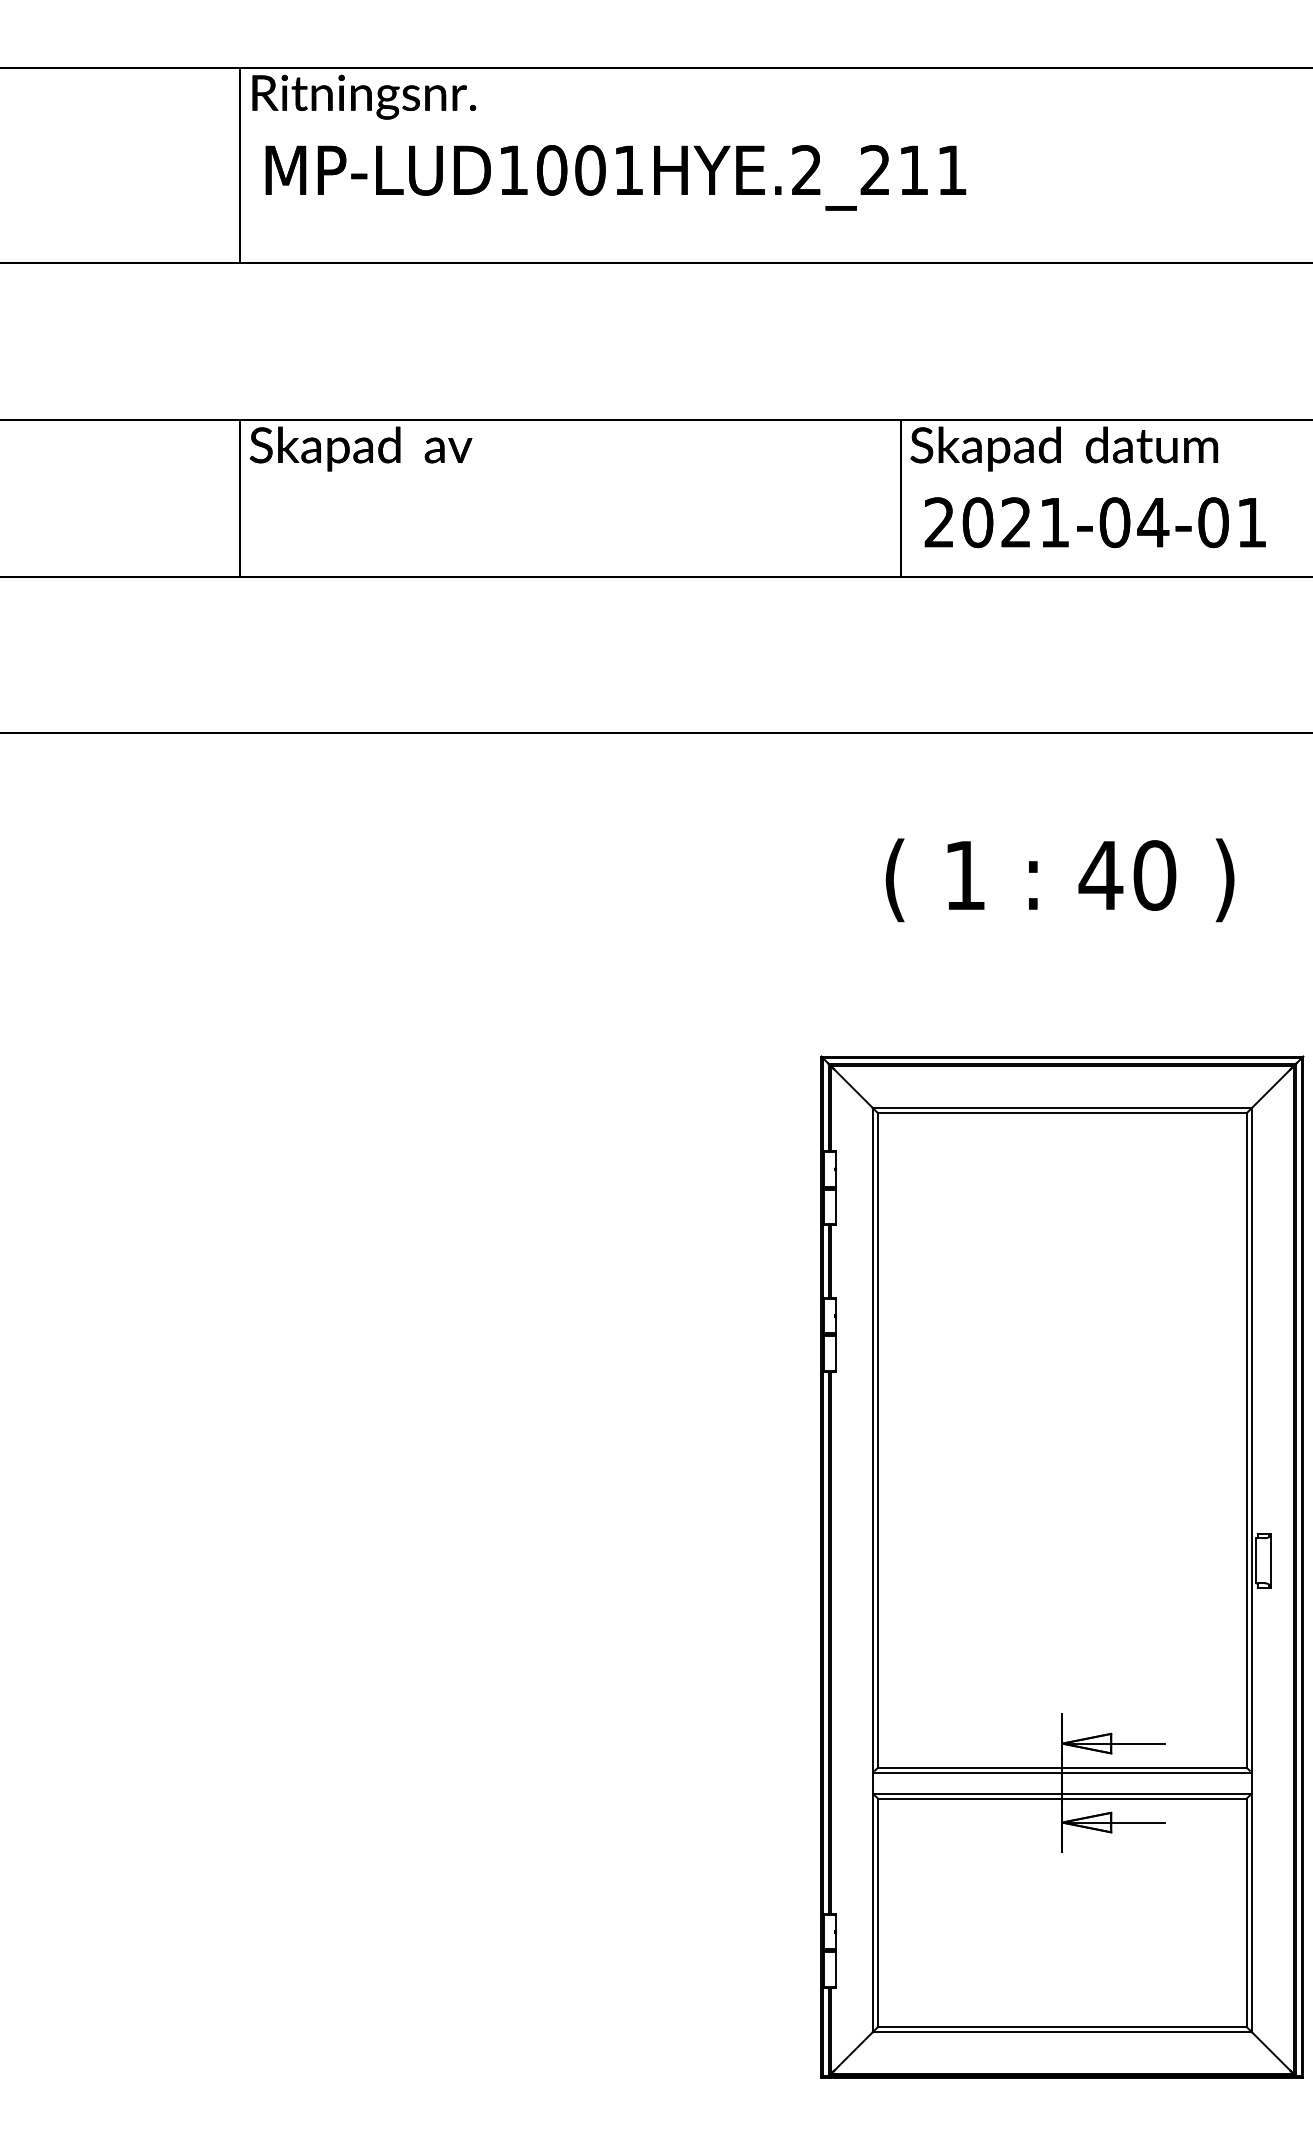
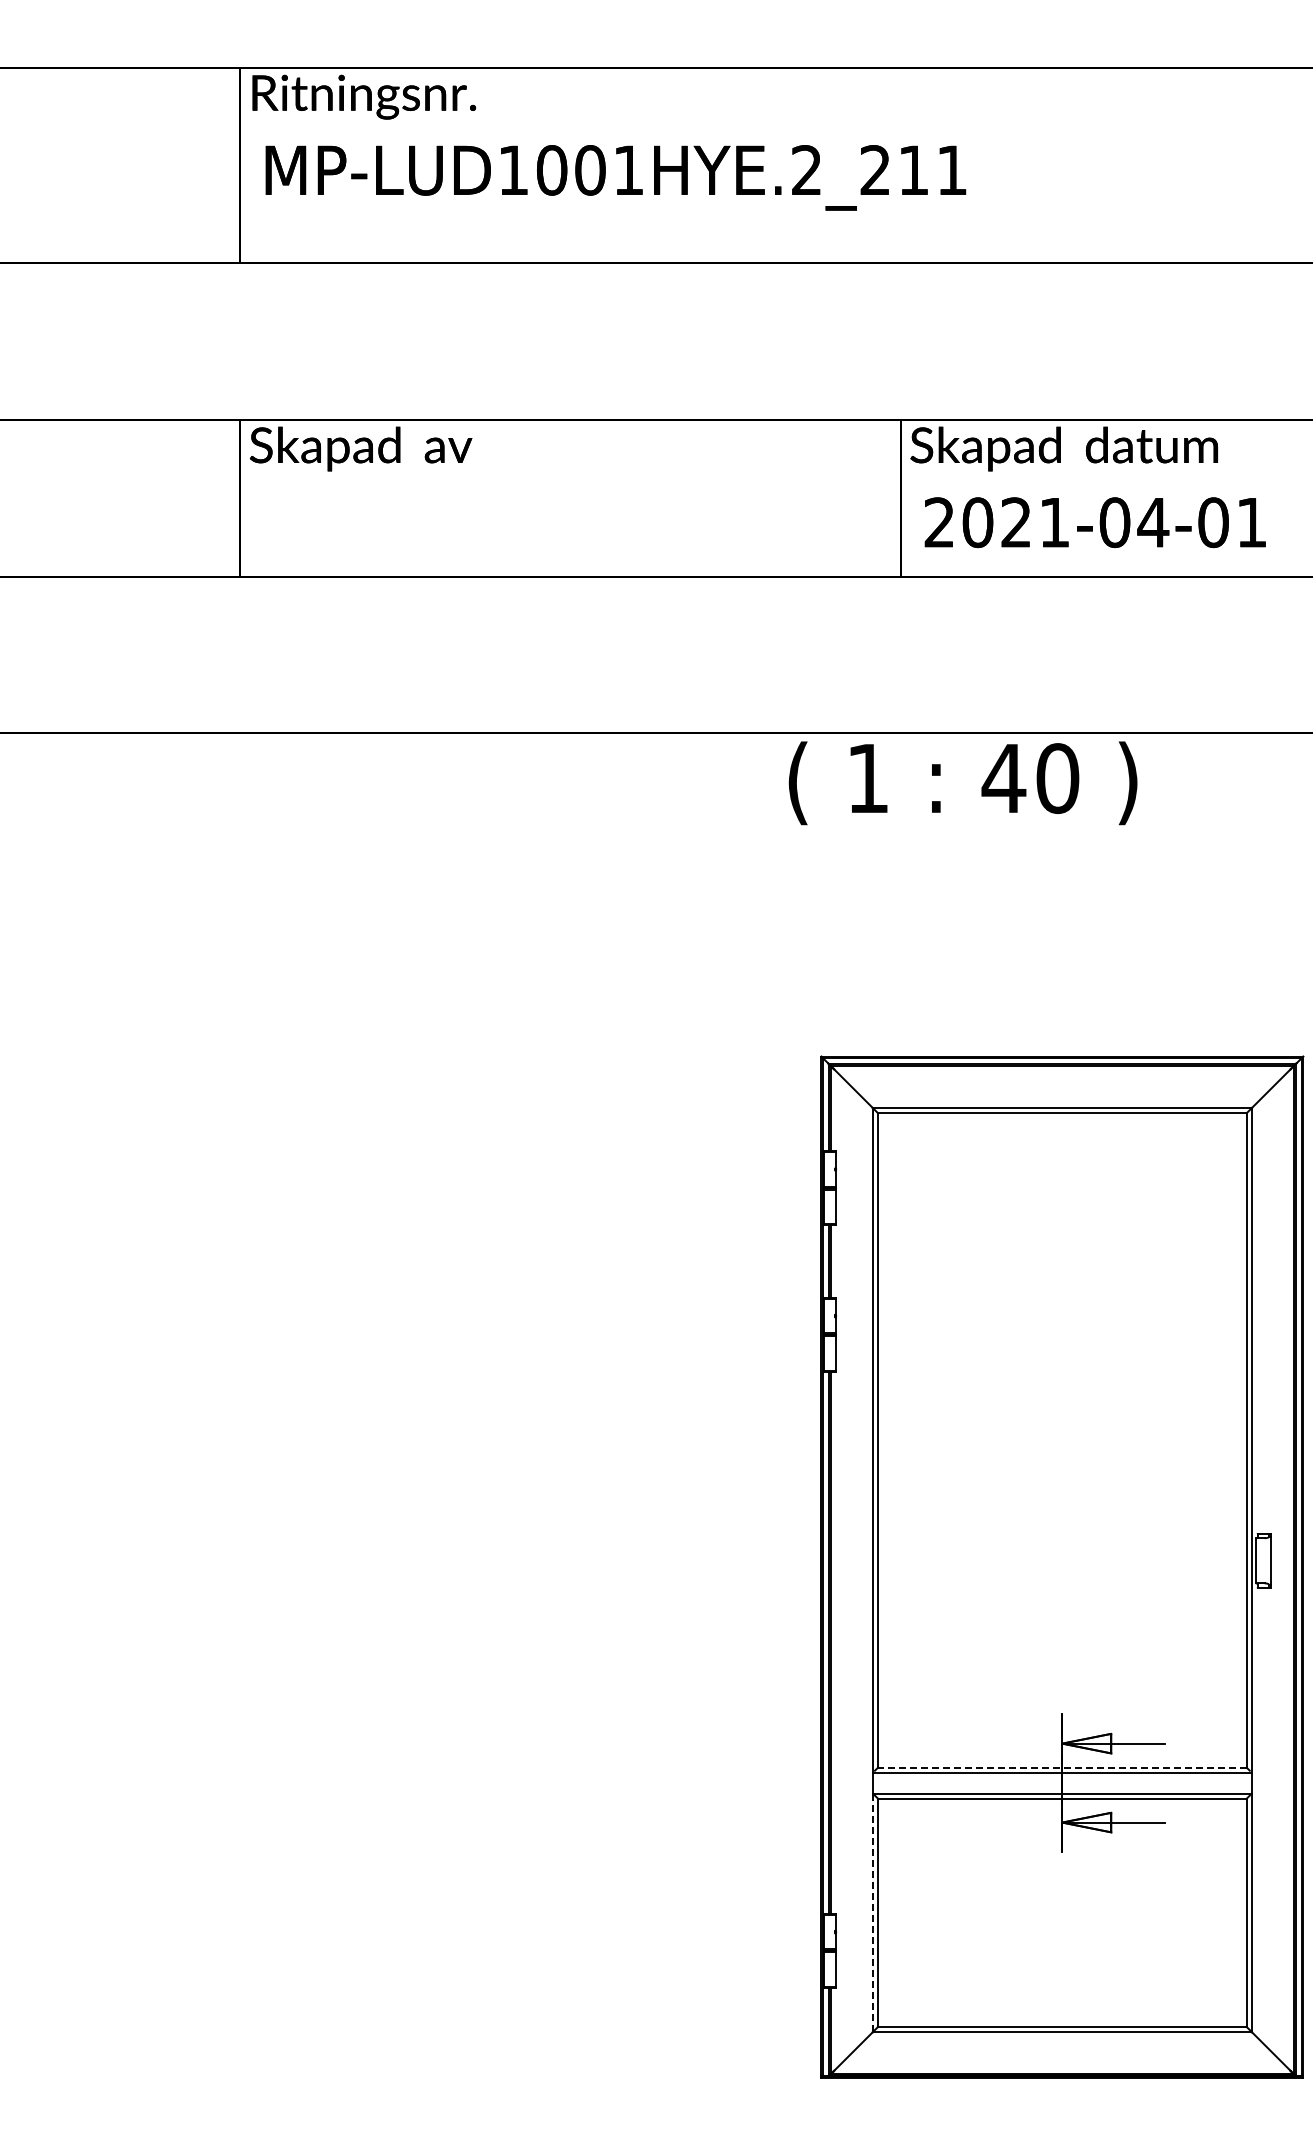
text at (1059, 880) position: (1059, 880) -> (962, 783)
line at (1061, 1767): solid -> dashed
line at (873, 1912): solid -> dashed
